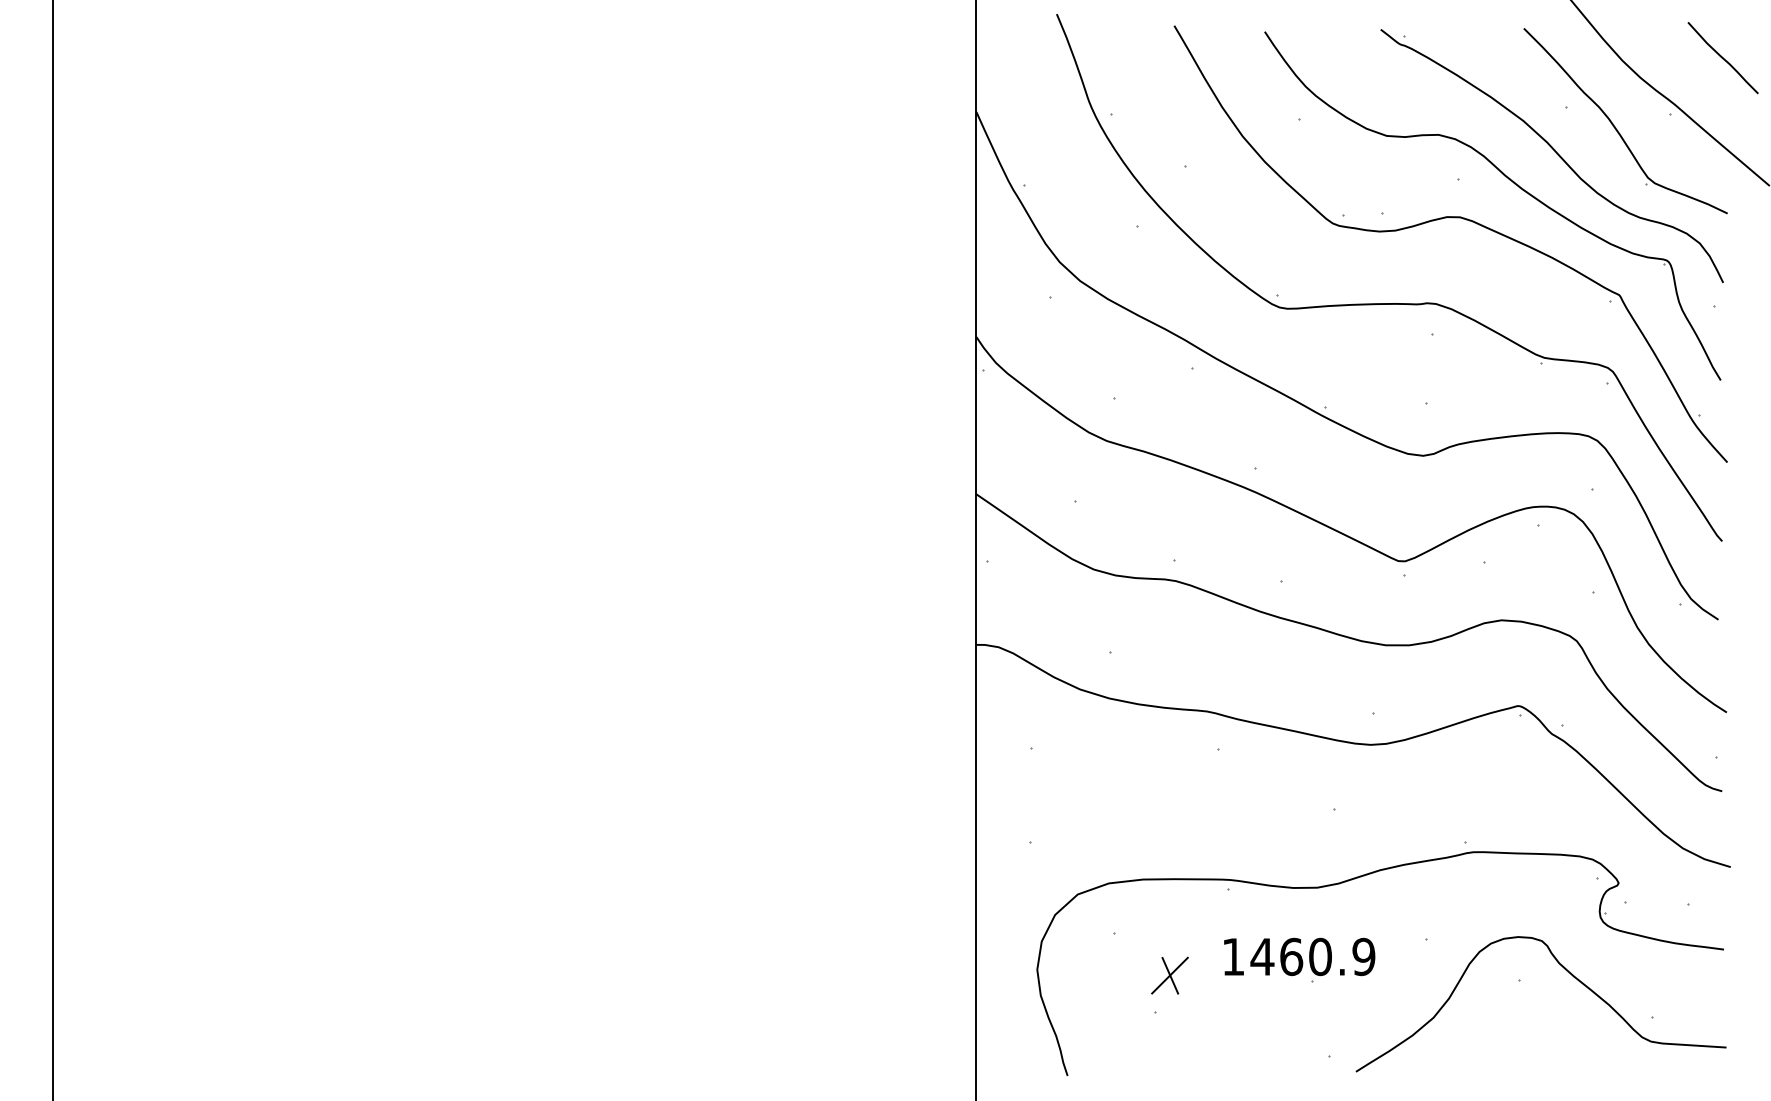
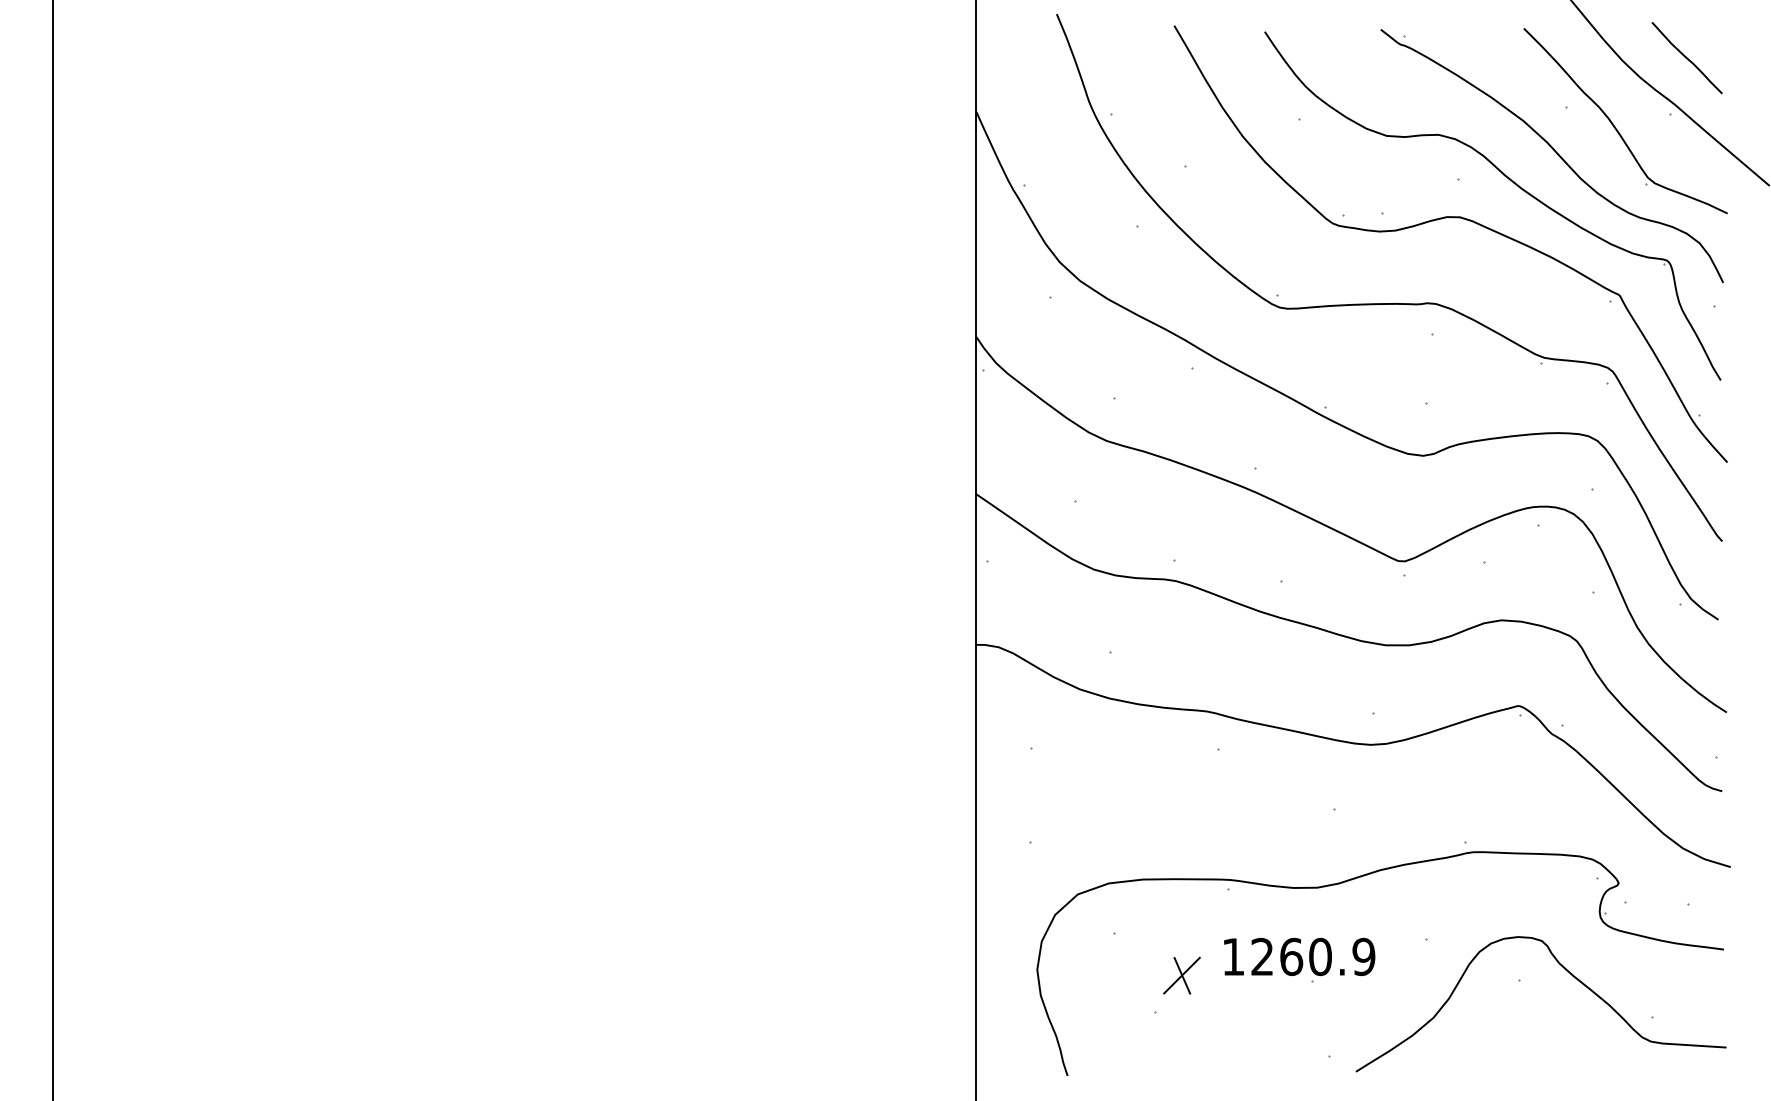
curve at (1722, 58) position: (1722, 58) -> (1686, 58)
text at (1262, 956): 1460.9 -> 1260.9
part at (1169, 975) position: (1169, 975) -> (1181, 975)
